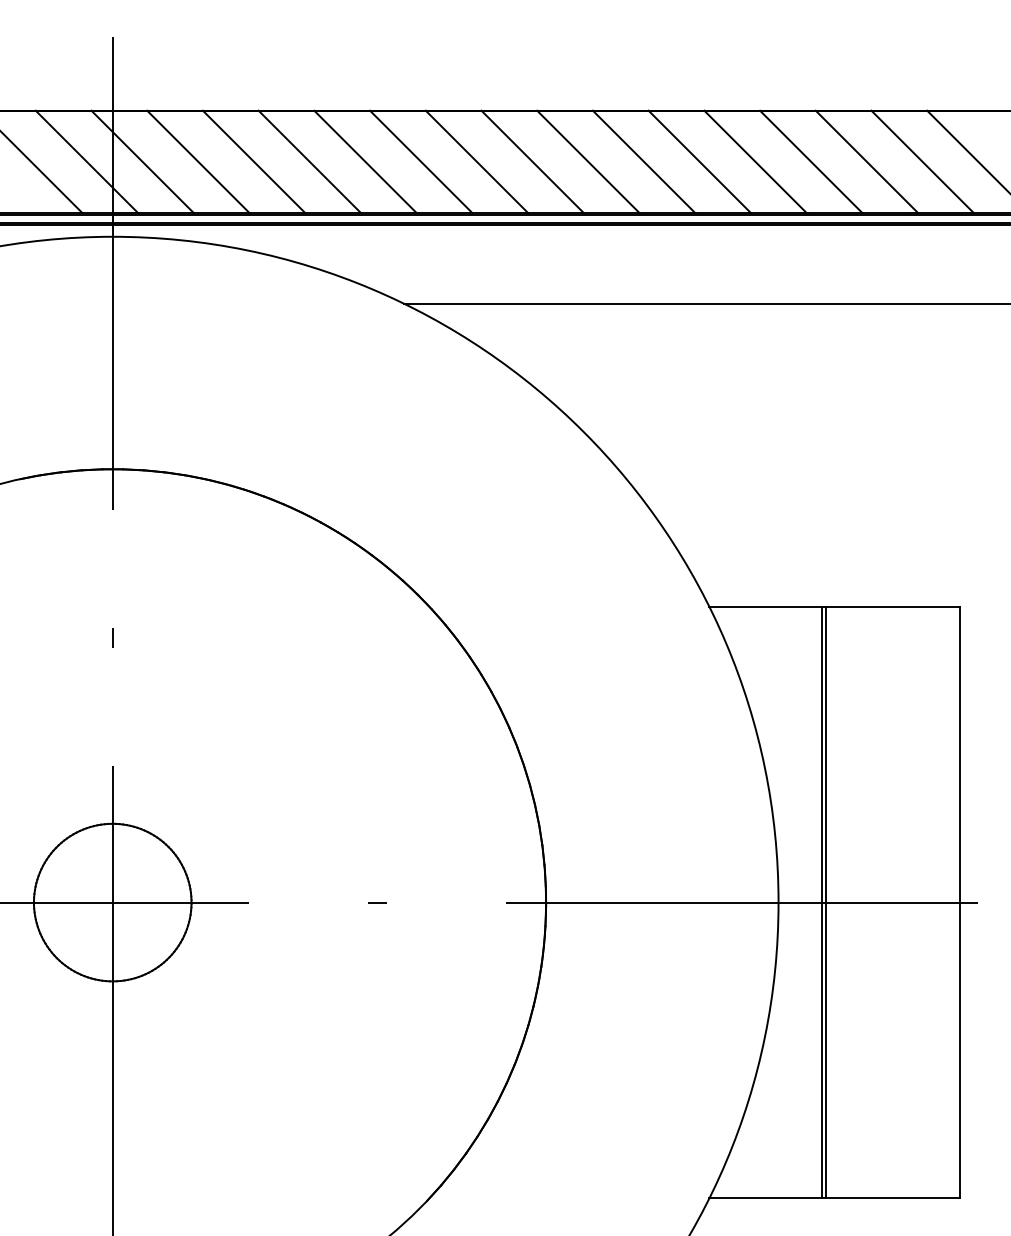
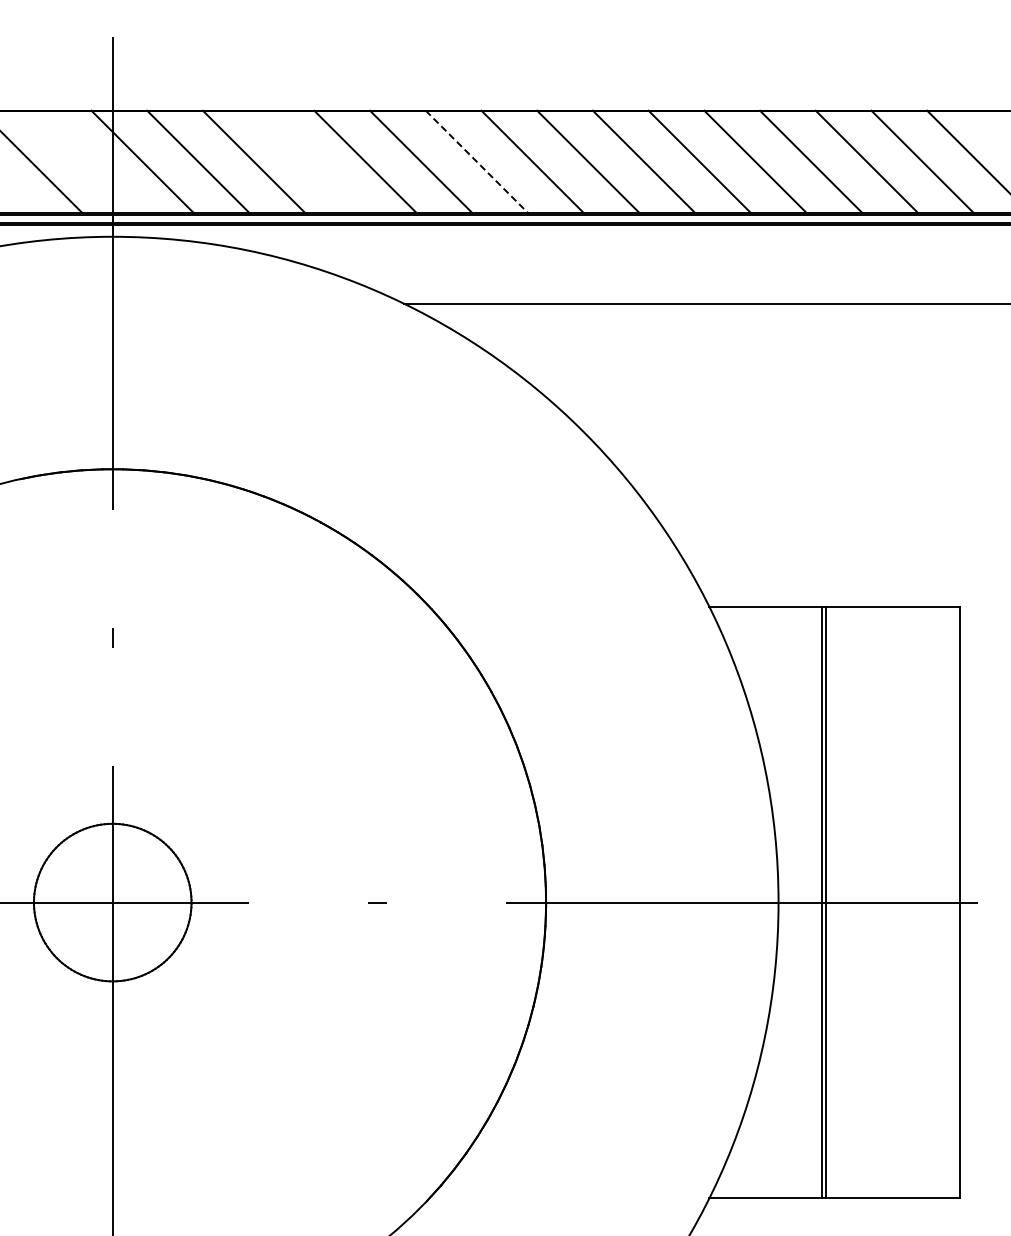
line at (86, 161): present -> none
line at (309, 161): present -> none
line at (477, 162): solid -> dashed
